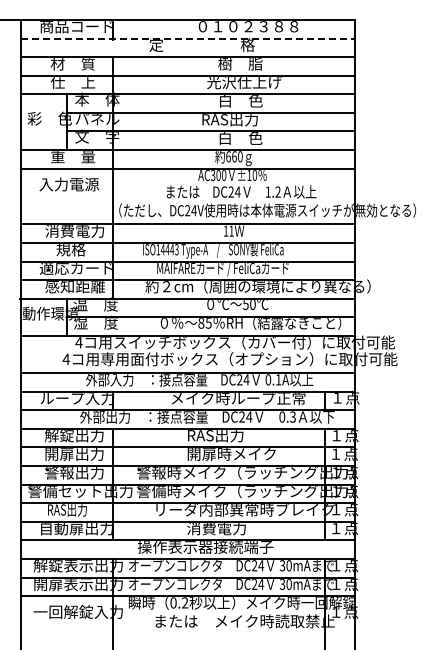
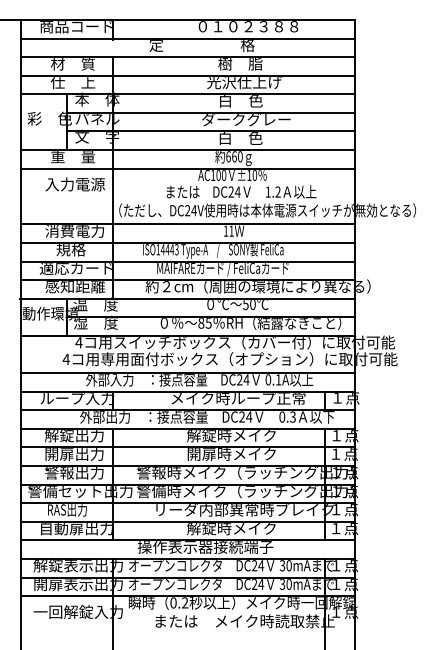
line at (188, 38): dashed -> solid
text at (246, 120): RAS出力 -> ダークグレー
text at (212, 175): AC300 -> AC100
text at (68, 184) position: (68, 184) -> (74, 184)
text at (231, 436): RAS出力 -> 解錠時メイク
text at (231, 529): 消費電力 -> 解錠時メイク
